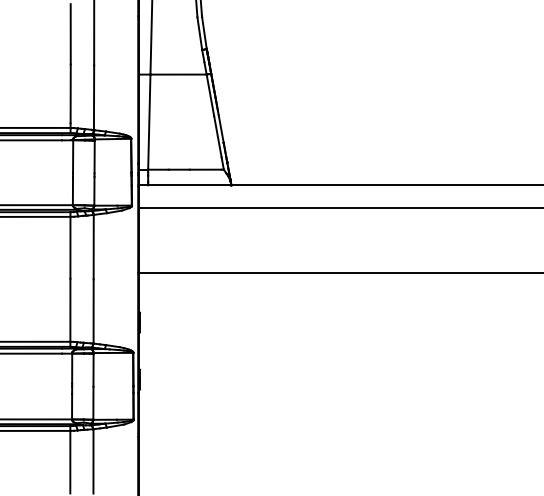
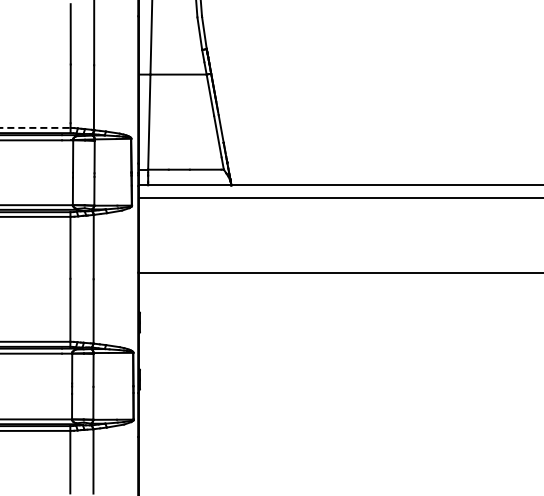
line at (35, 127): solid -> dashed
line at (339, 207) position: (339, 207) -> (339, 197)
